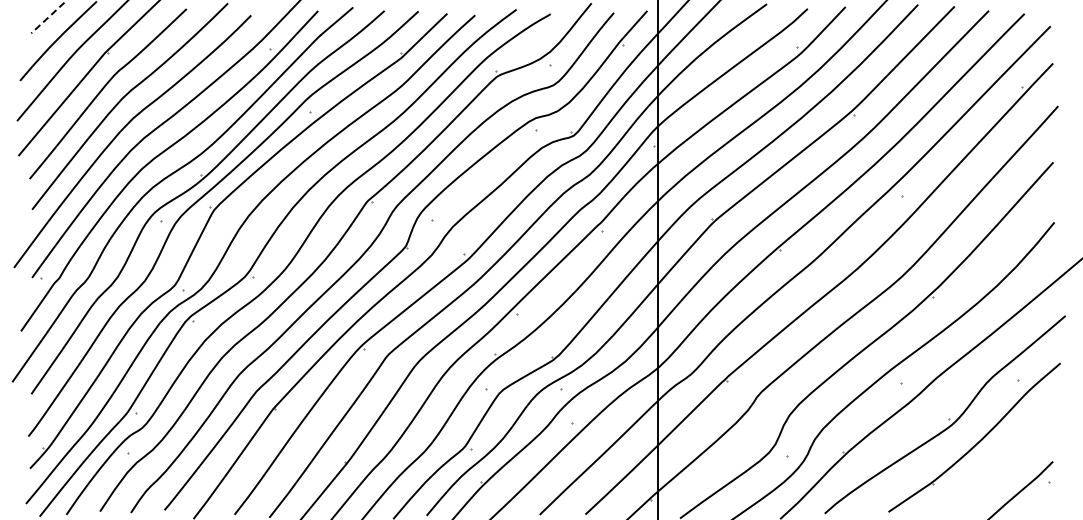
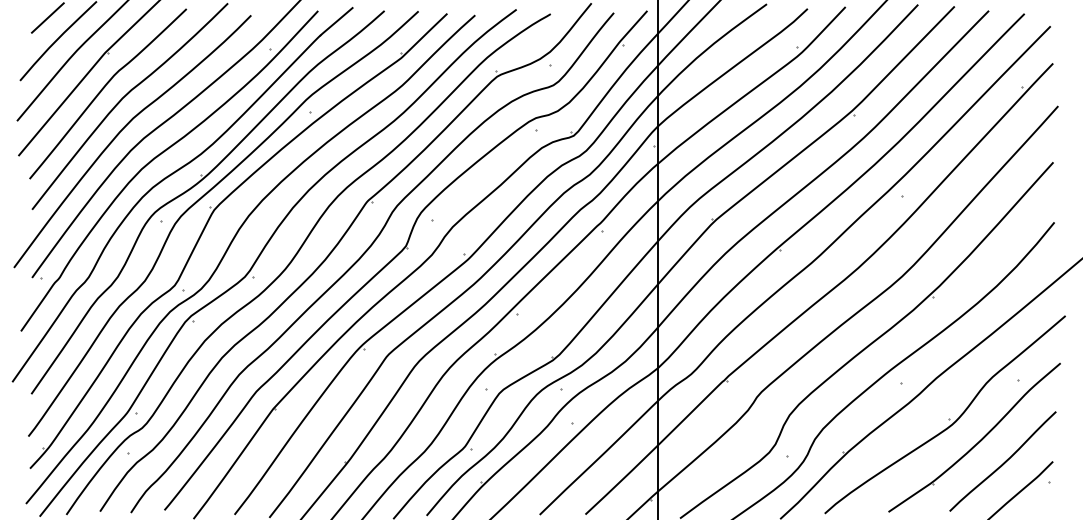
line at (47, 18): dashed -> solid
curve at (1003, 462): none -> present
